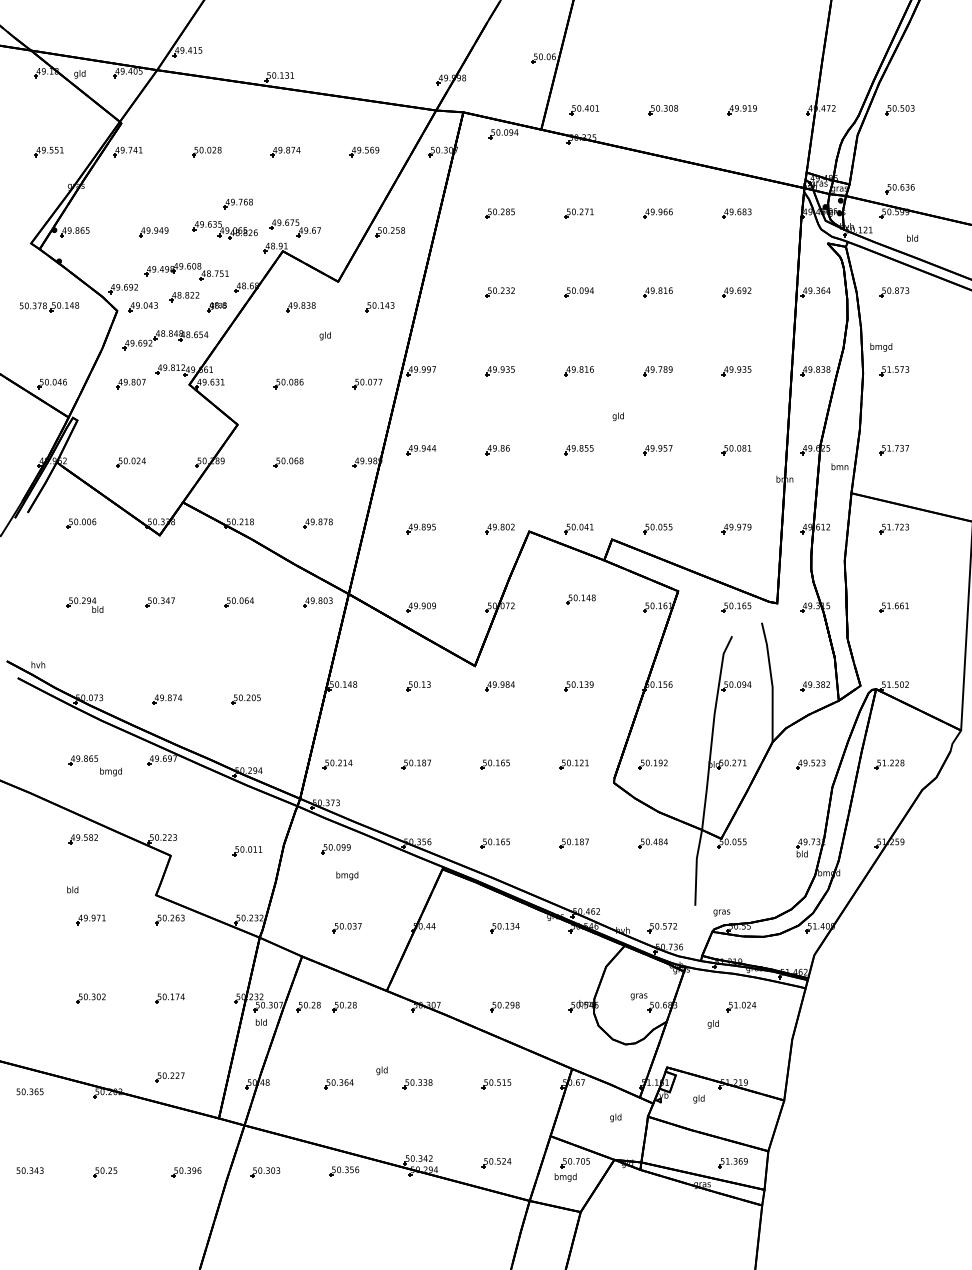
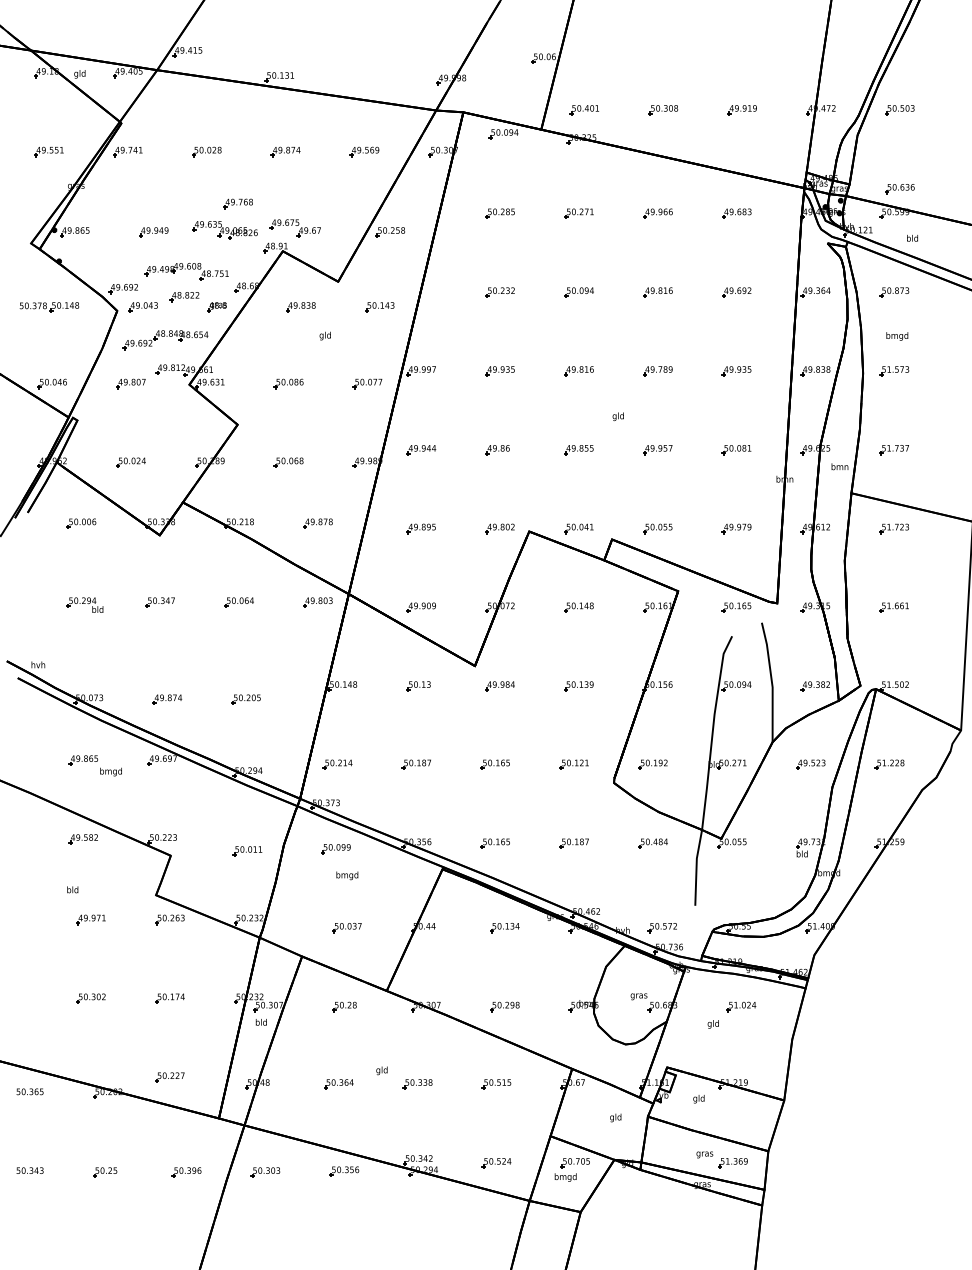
text at (881, 347) position: (881, 347) -> (897, 336)
part at (580, 599) position: (580, 599) -> (578, 607)
text at (721, 912) position: (721, 912) -> (704, 1154)
part at (308, 1006): present -> none
